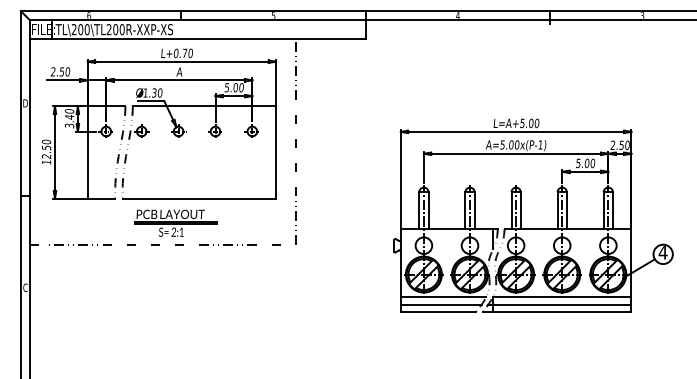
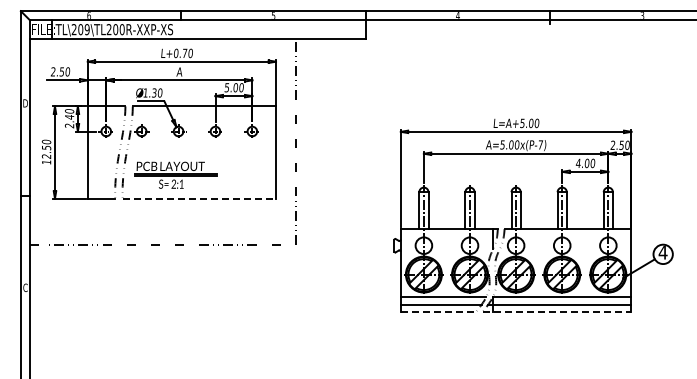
text at (86, 29): TL\200\TL200R-XXP-XS -> TL\209\TL200R-XXP-XS
text at (69, 125): 3.40 -> 2.40
text at (540, 144): A=5.00x(P-1) -> A=5.00x(P-7)
text at (577, 163): 5.00 -> 4.00
line at (199, 198): solid -> dashed
part at (175, 222) position: (175, 222) -> (175, 174)
line at (438, 312): solid -> dashed
line at (557, 312): solid -> dashed
